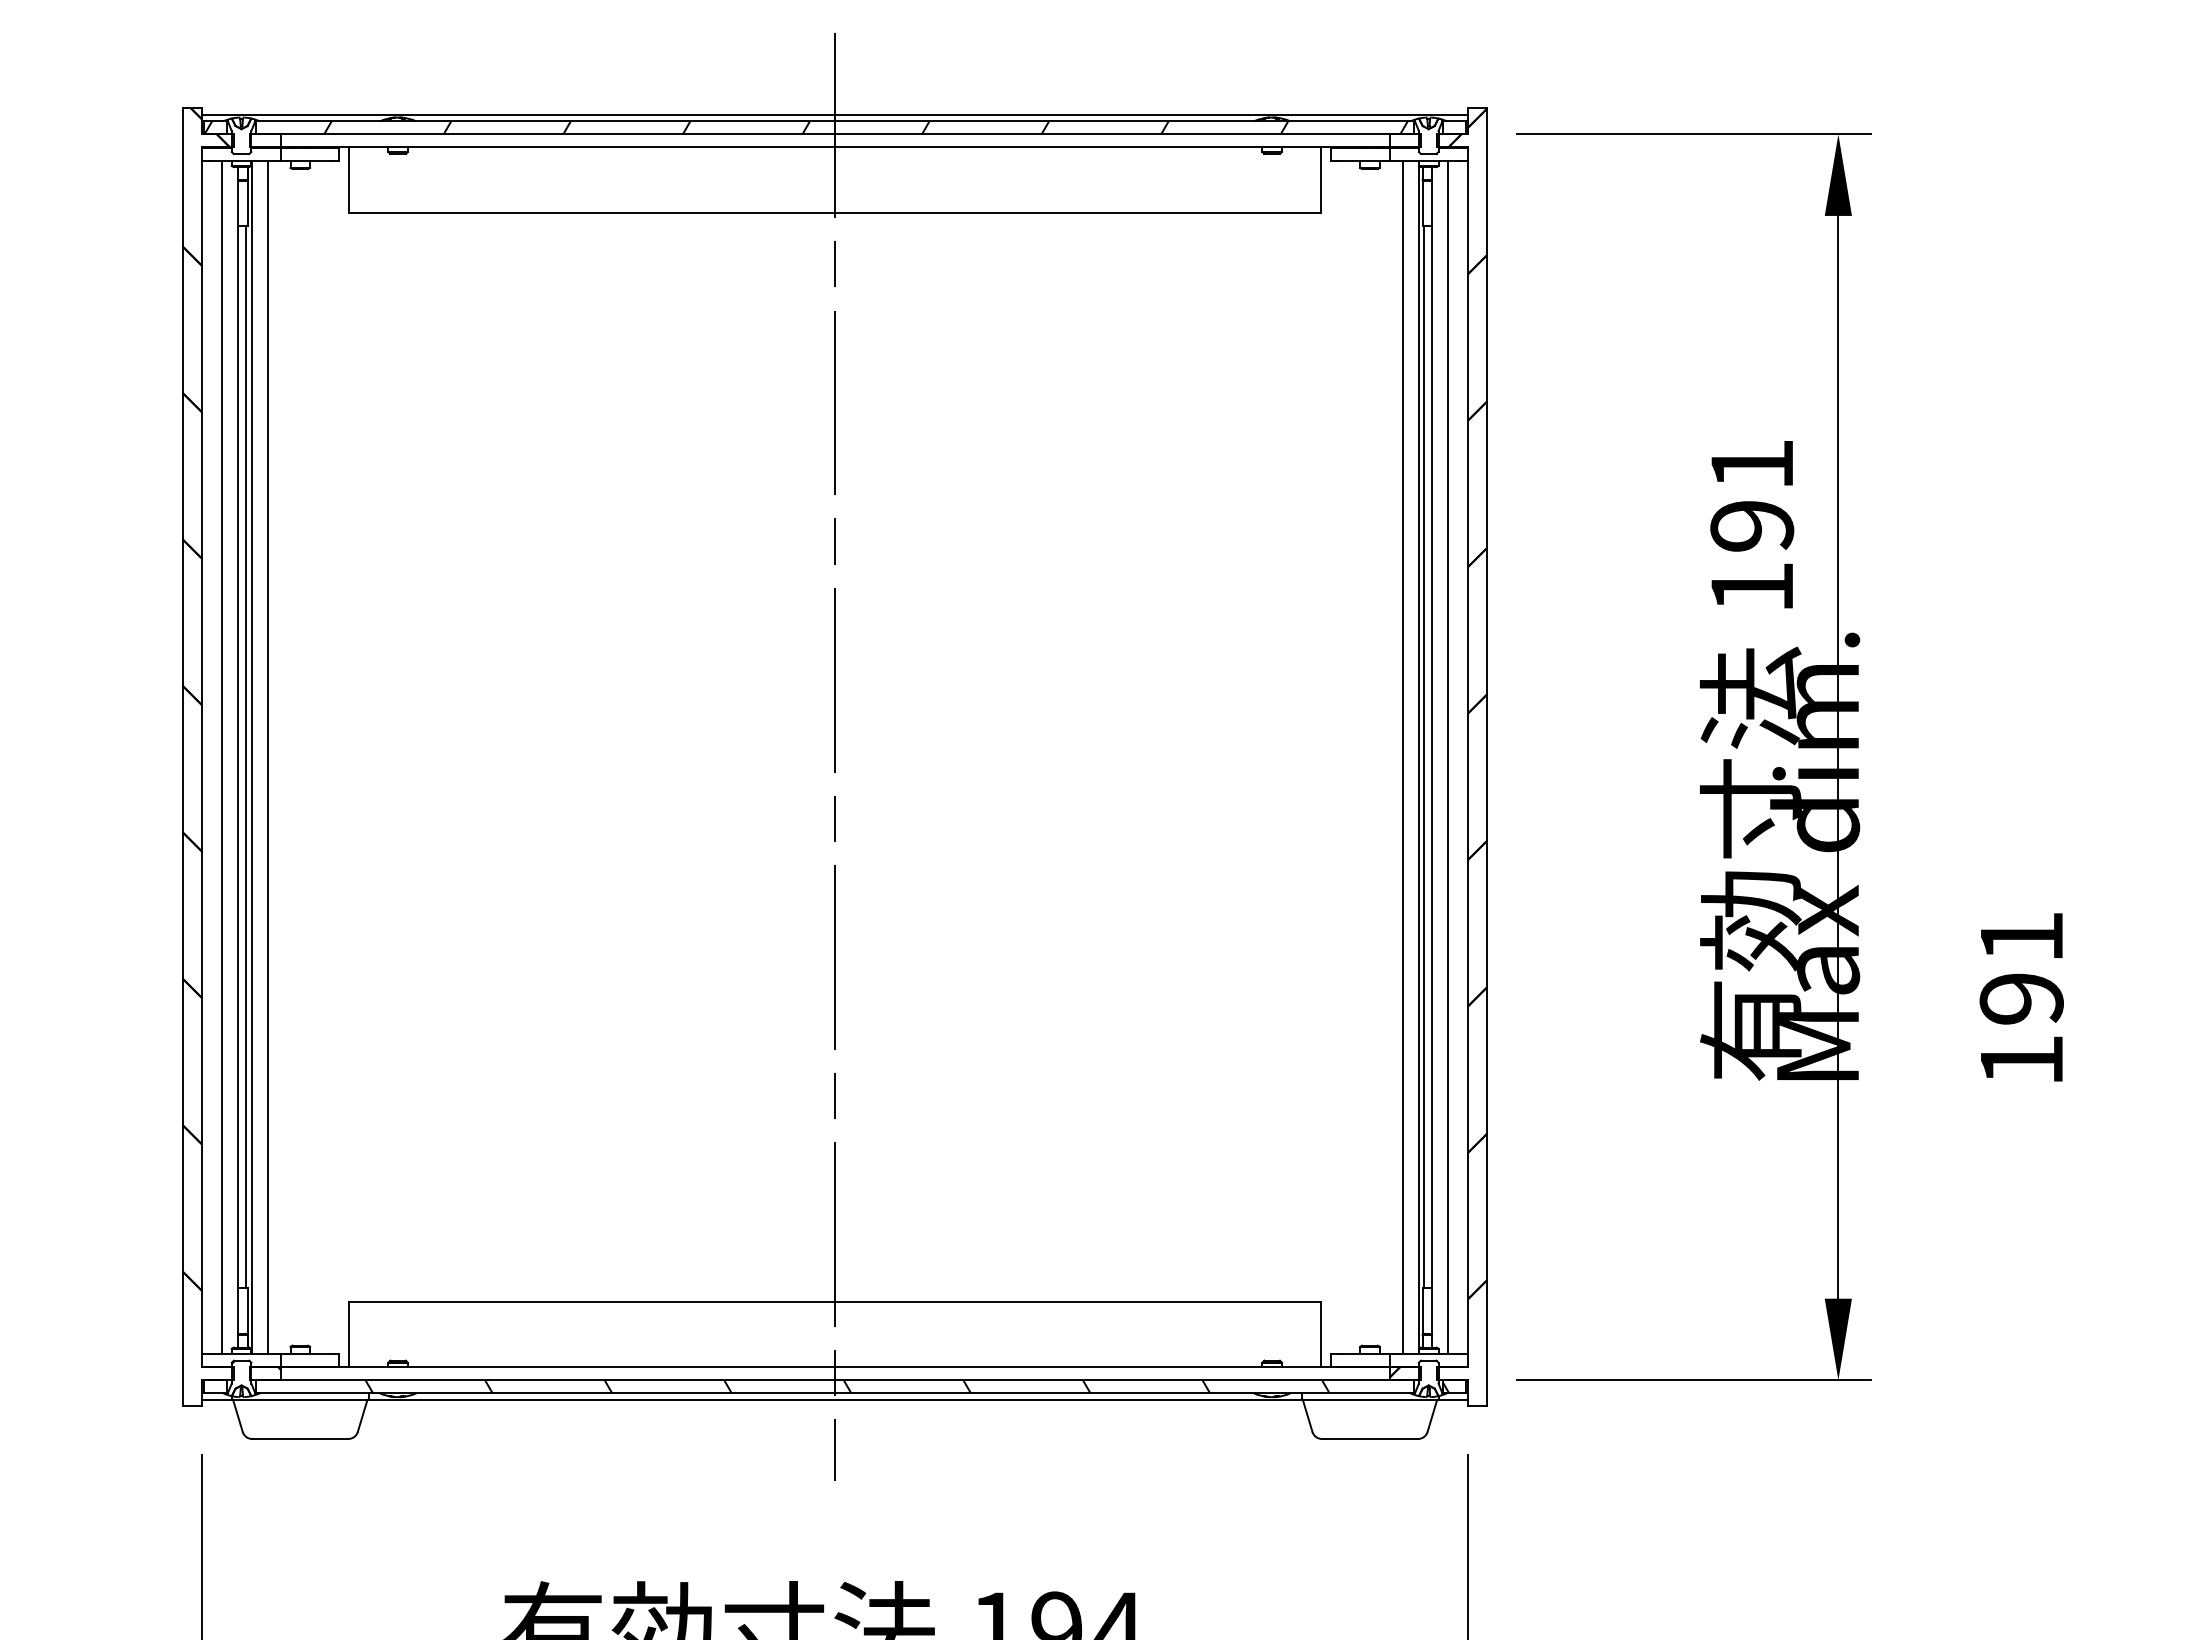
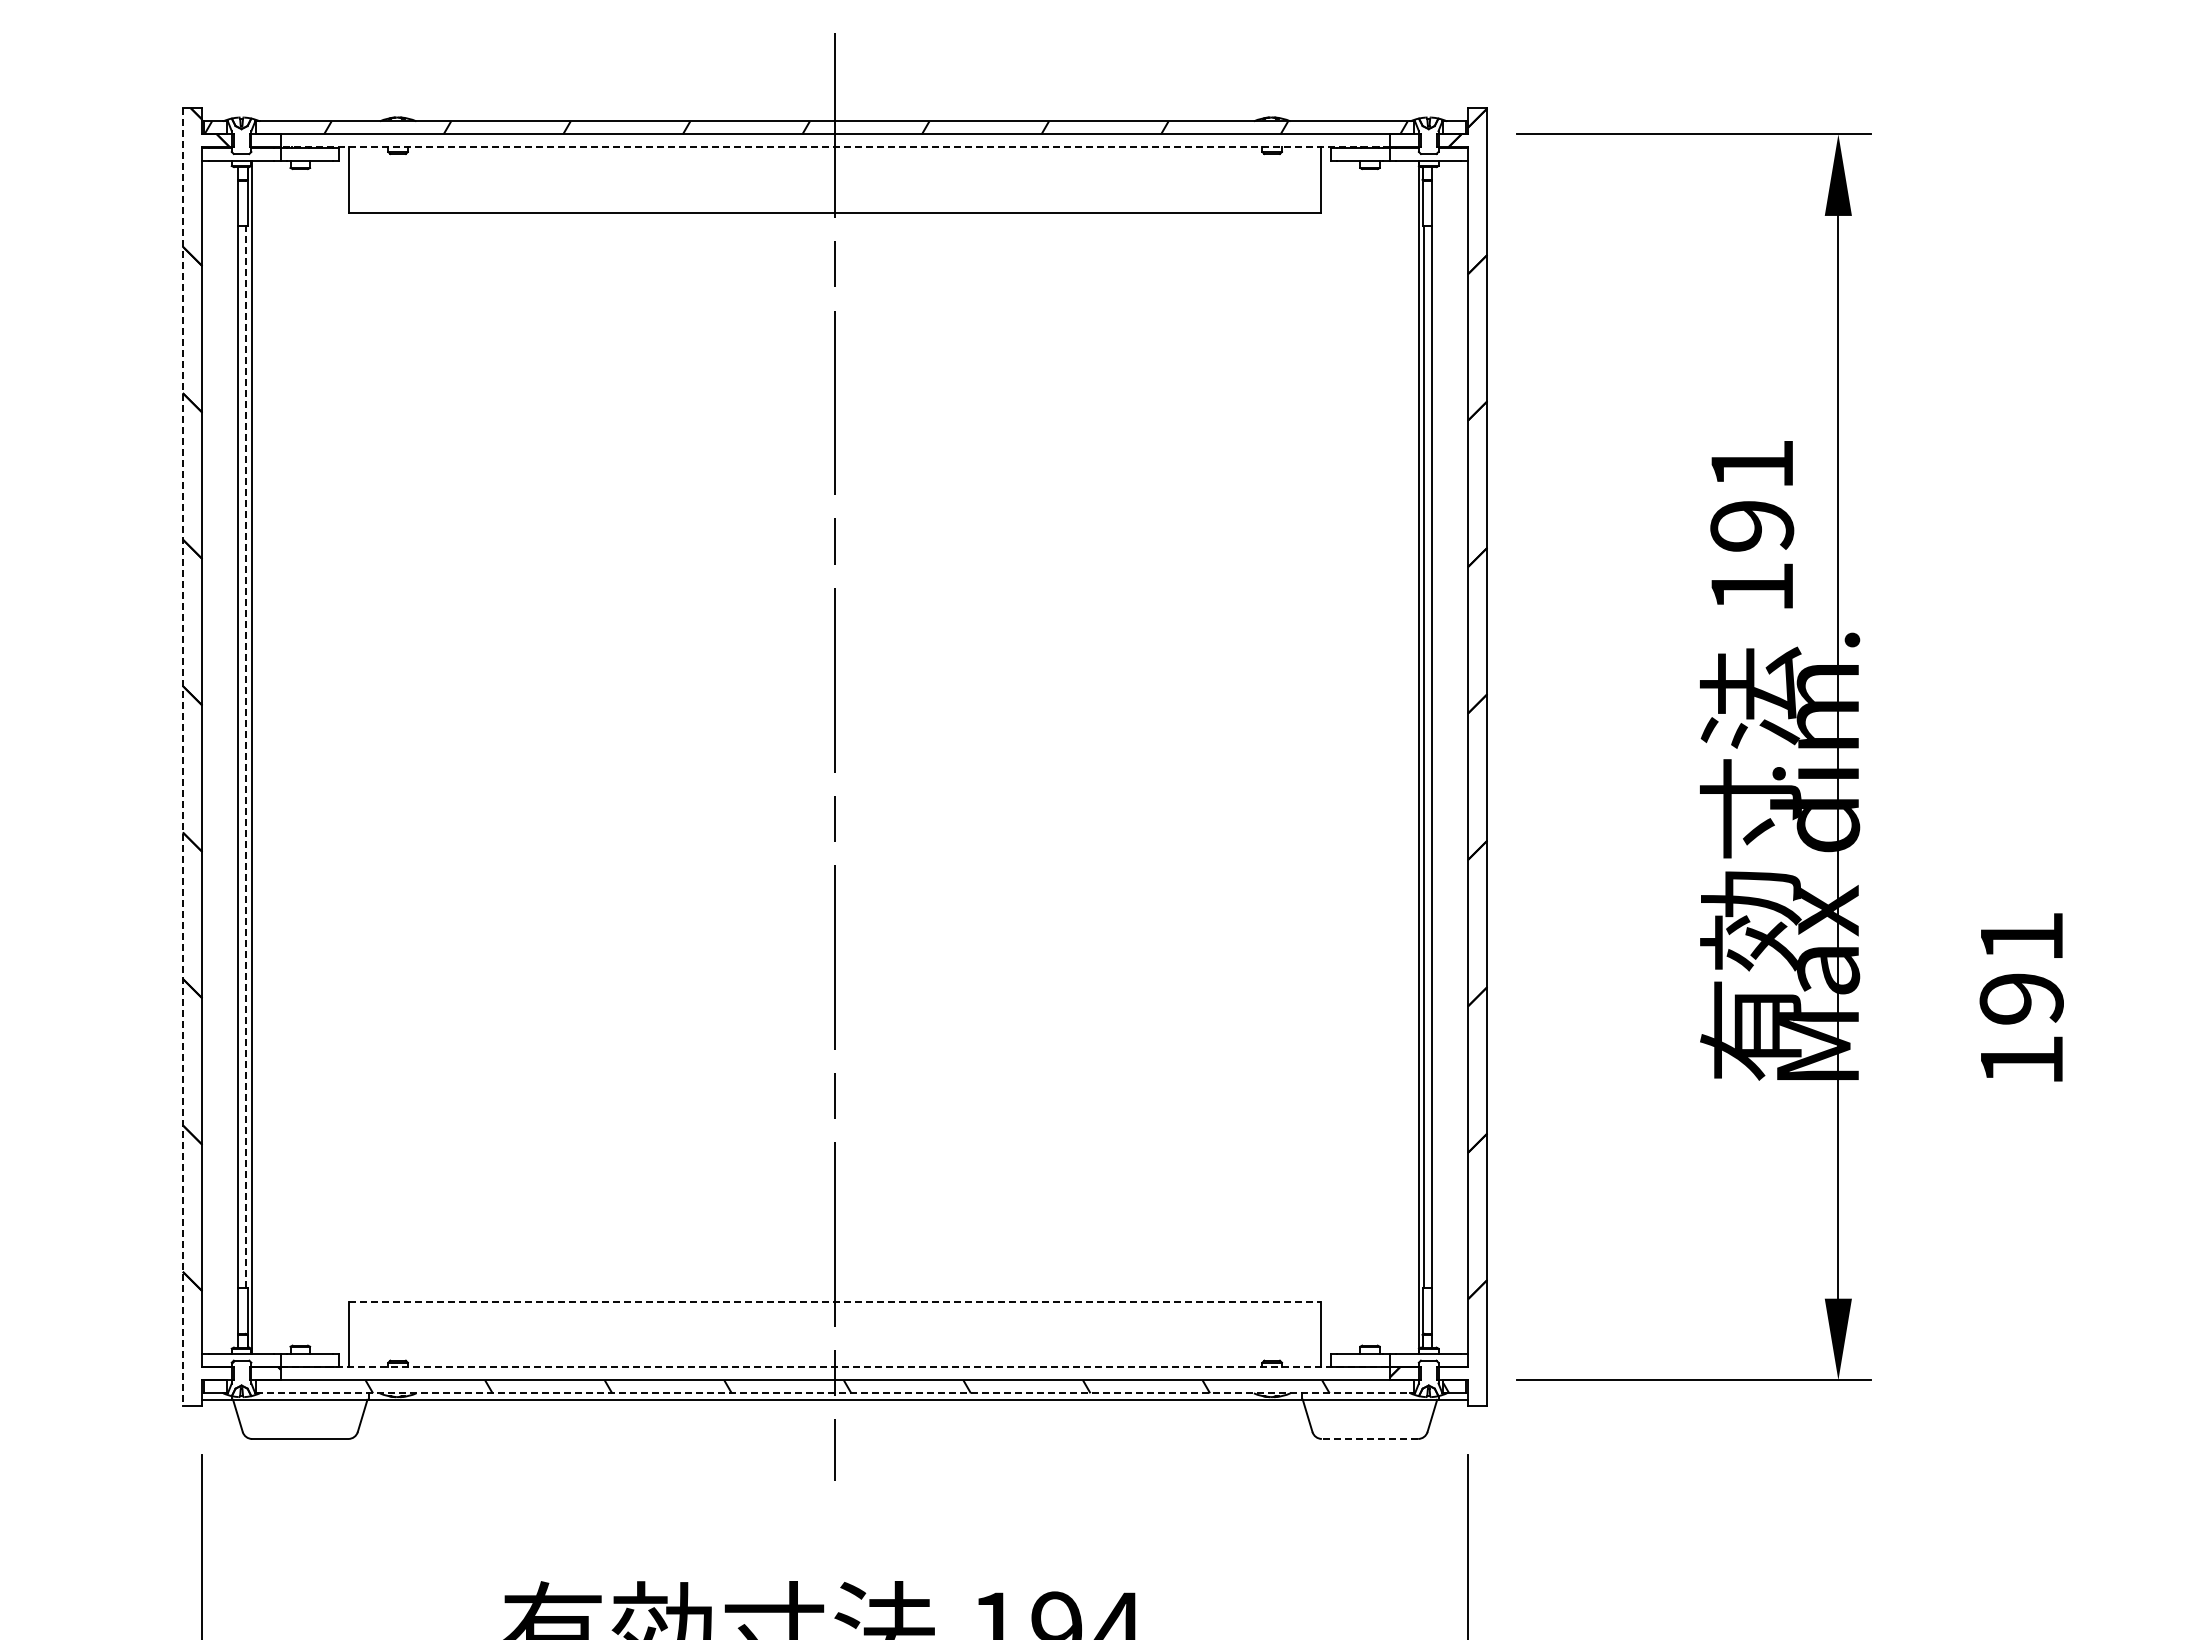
line at (834, 114): present -> none
line at (834, 147): solid -> dashed
line at (182, 757): solid -> dashed
line at (222, 757): present -> none
line at (246, 757): solid -> dashed
line at (267, 757): present -> none
line at (1402, 757): present -> none
line at (1448, 757): present -> none
line at (835, 1301): solid -> dashed
line at (835, 1367): solid -> dashed
line at (835, 1393): solid -> dashed
line at (1369, 1438): solid -> dashed
